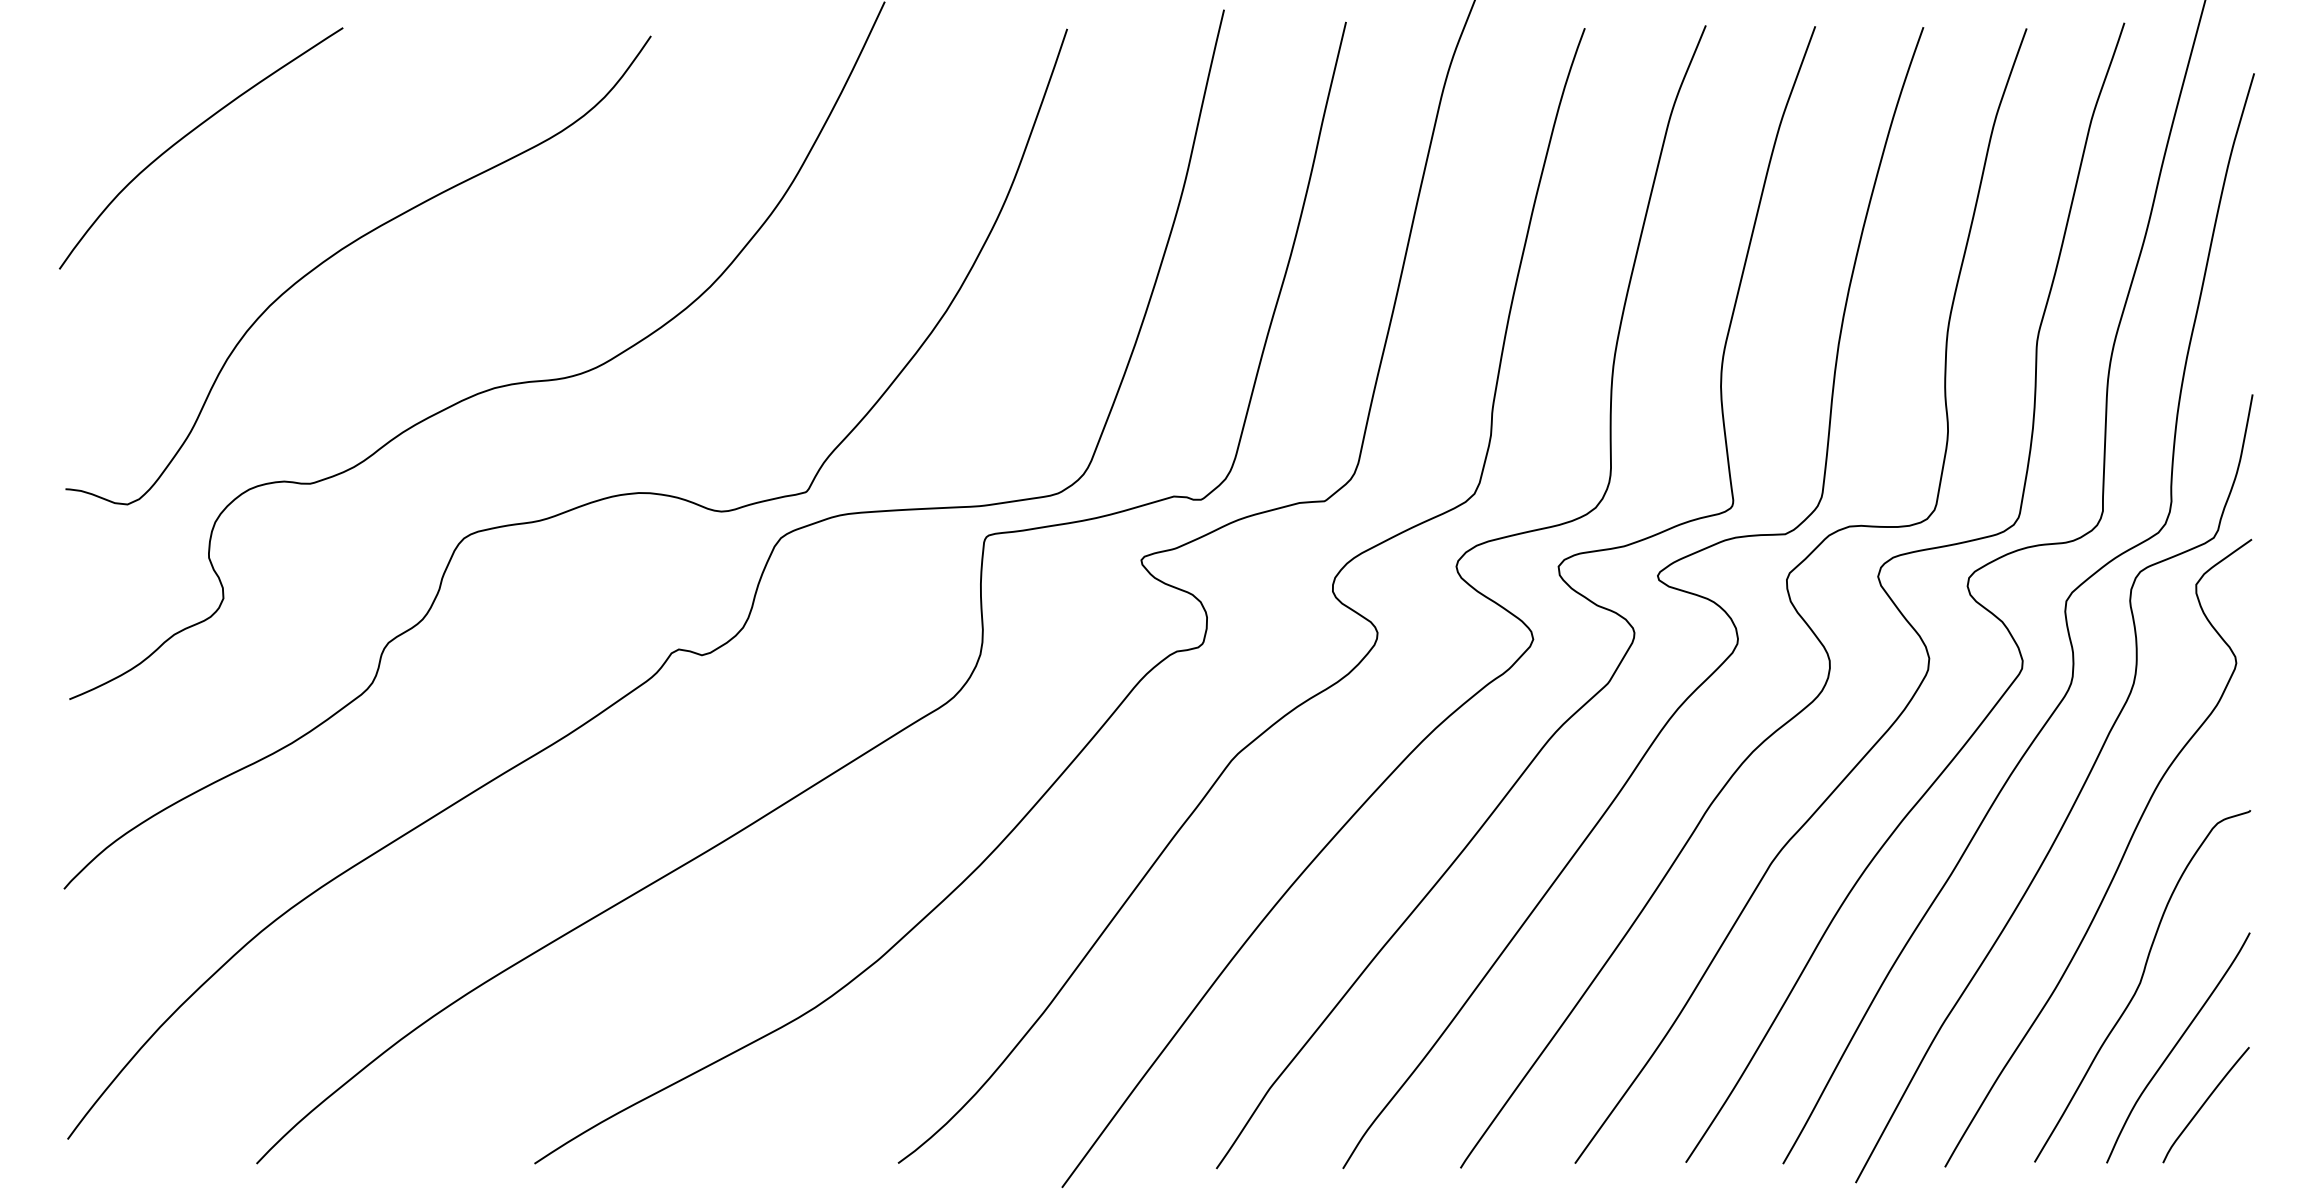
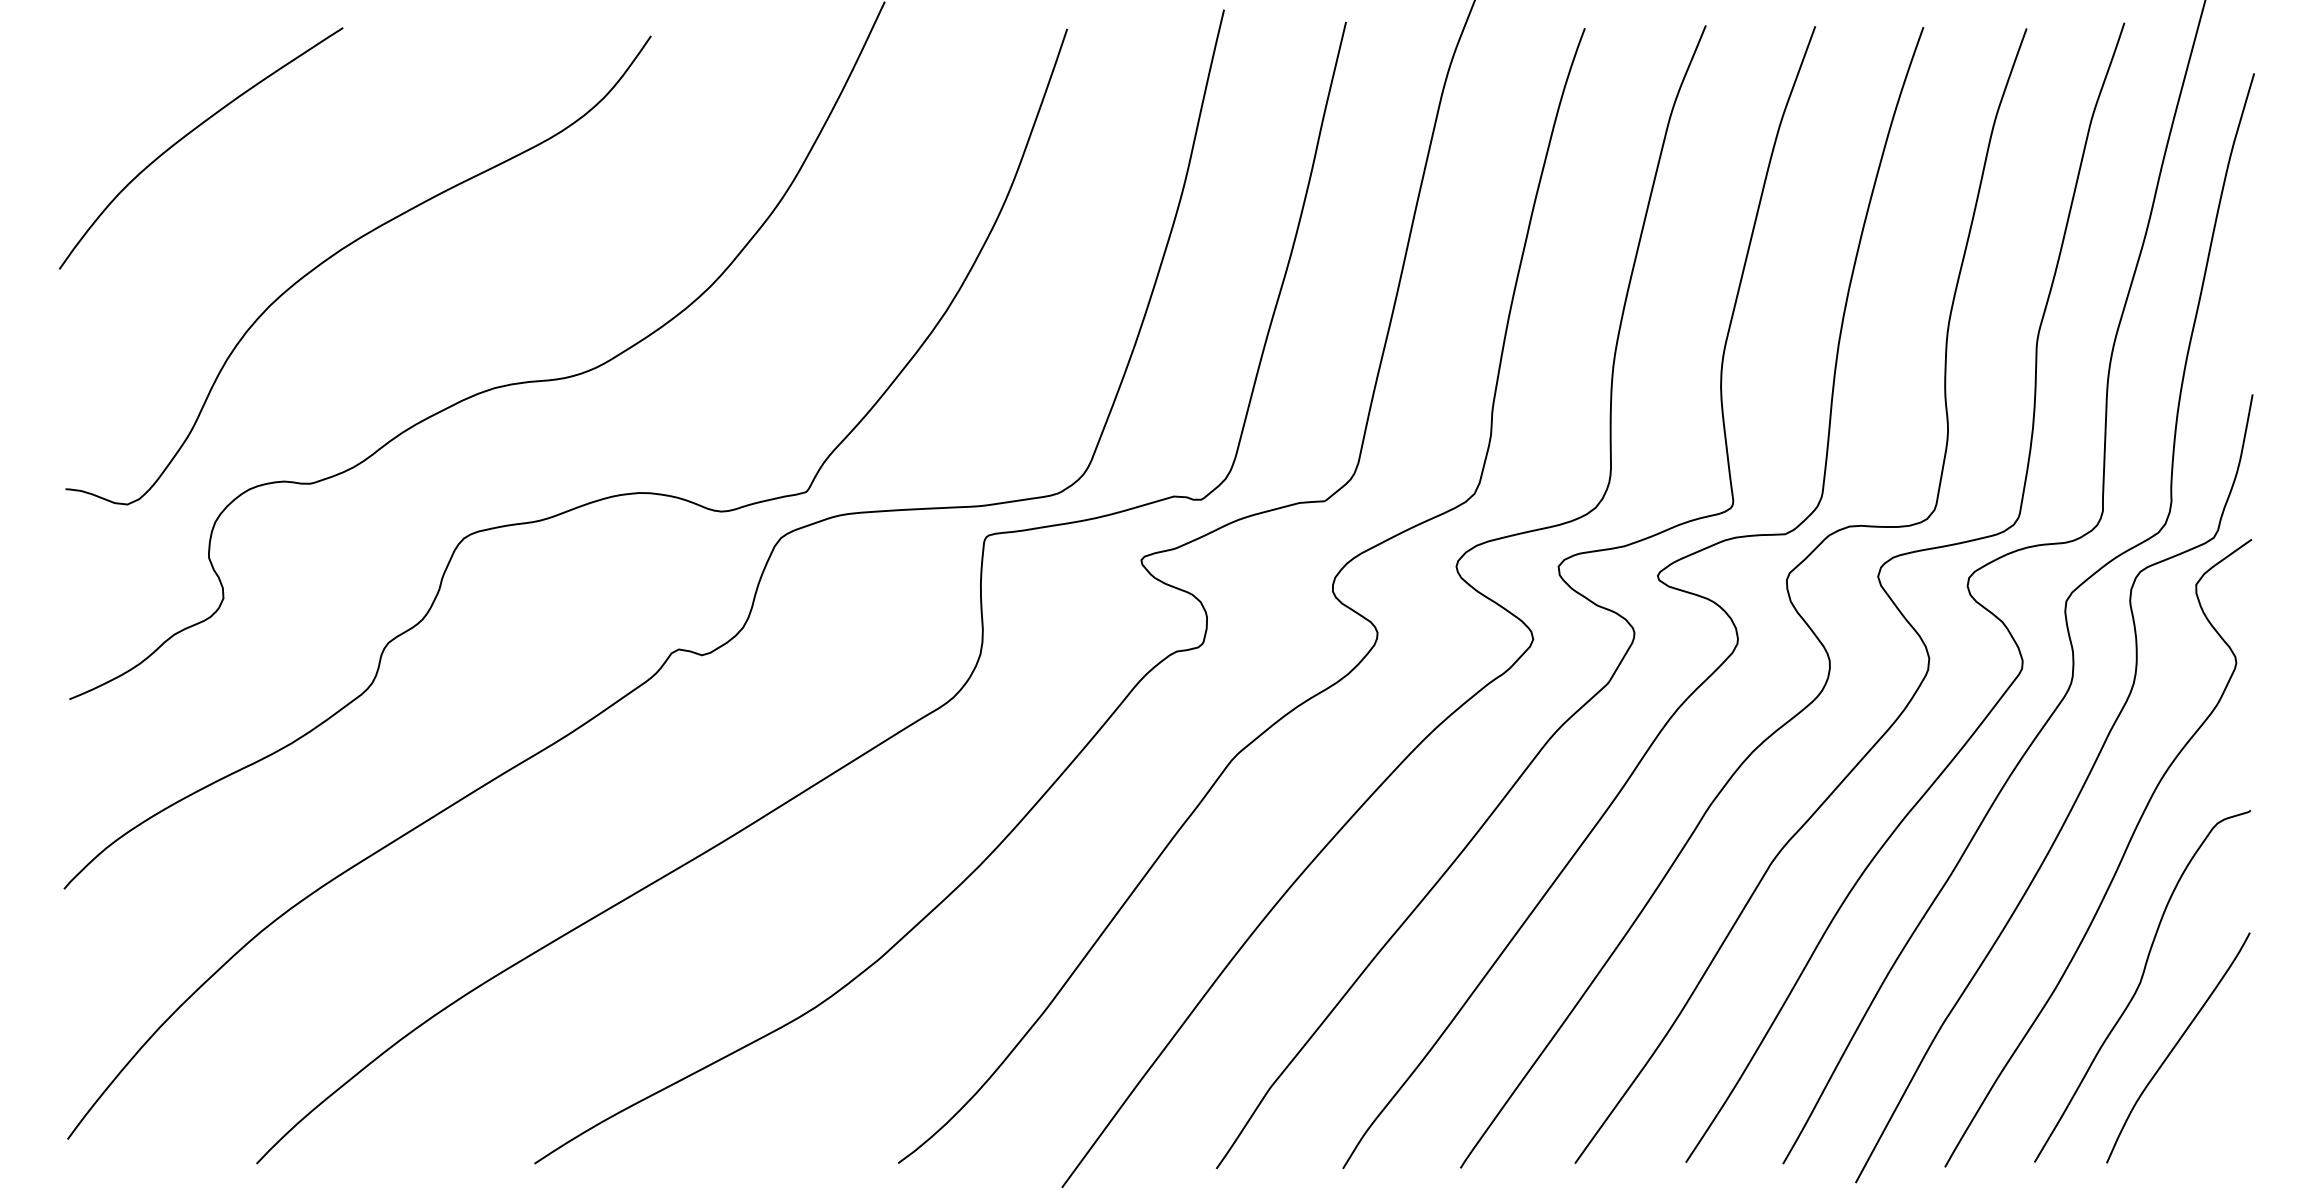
curve at (2205, 1103): present -> none
